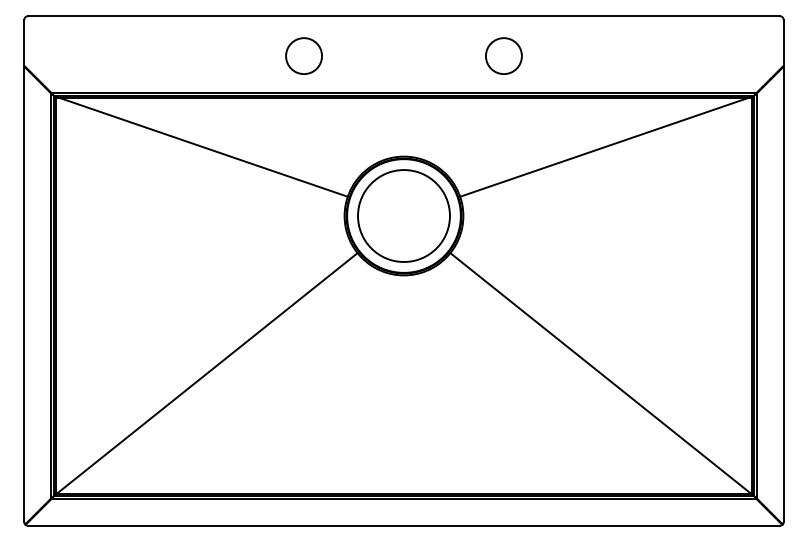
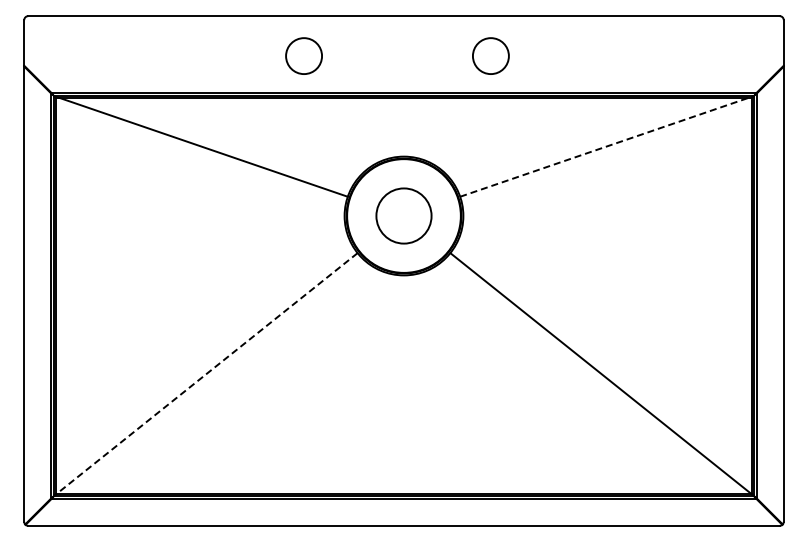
circle at (503, 55) position: (503, 55) -> (490, 55)
line at (607, 146): solid -> dashed
circle at (403, 216) diameter: 92 px -> 55 px
line at (205, 374): solid -> dashed
